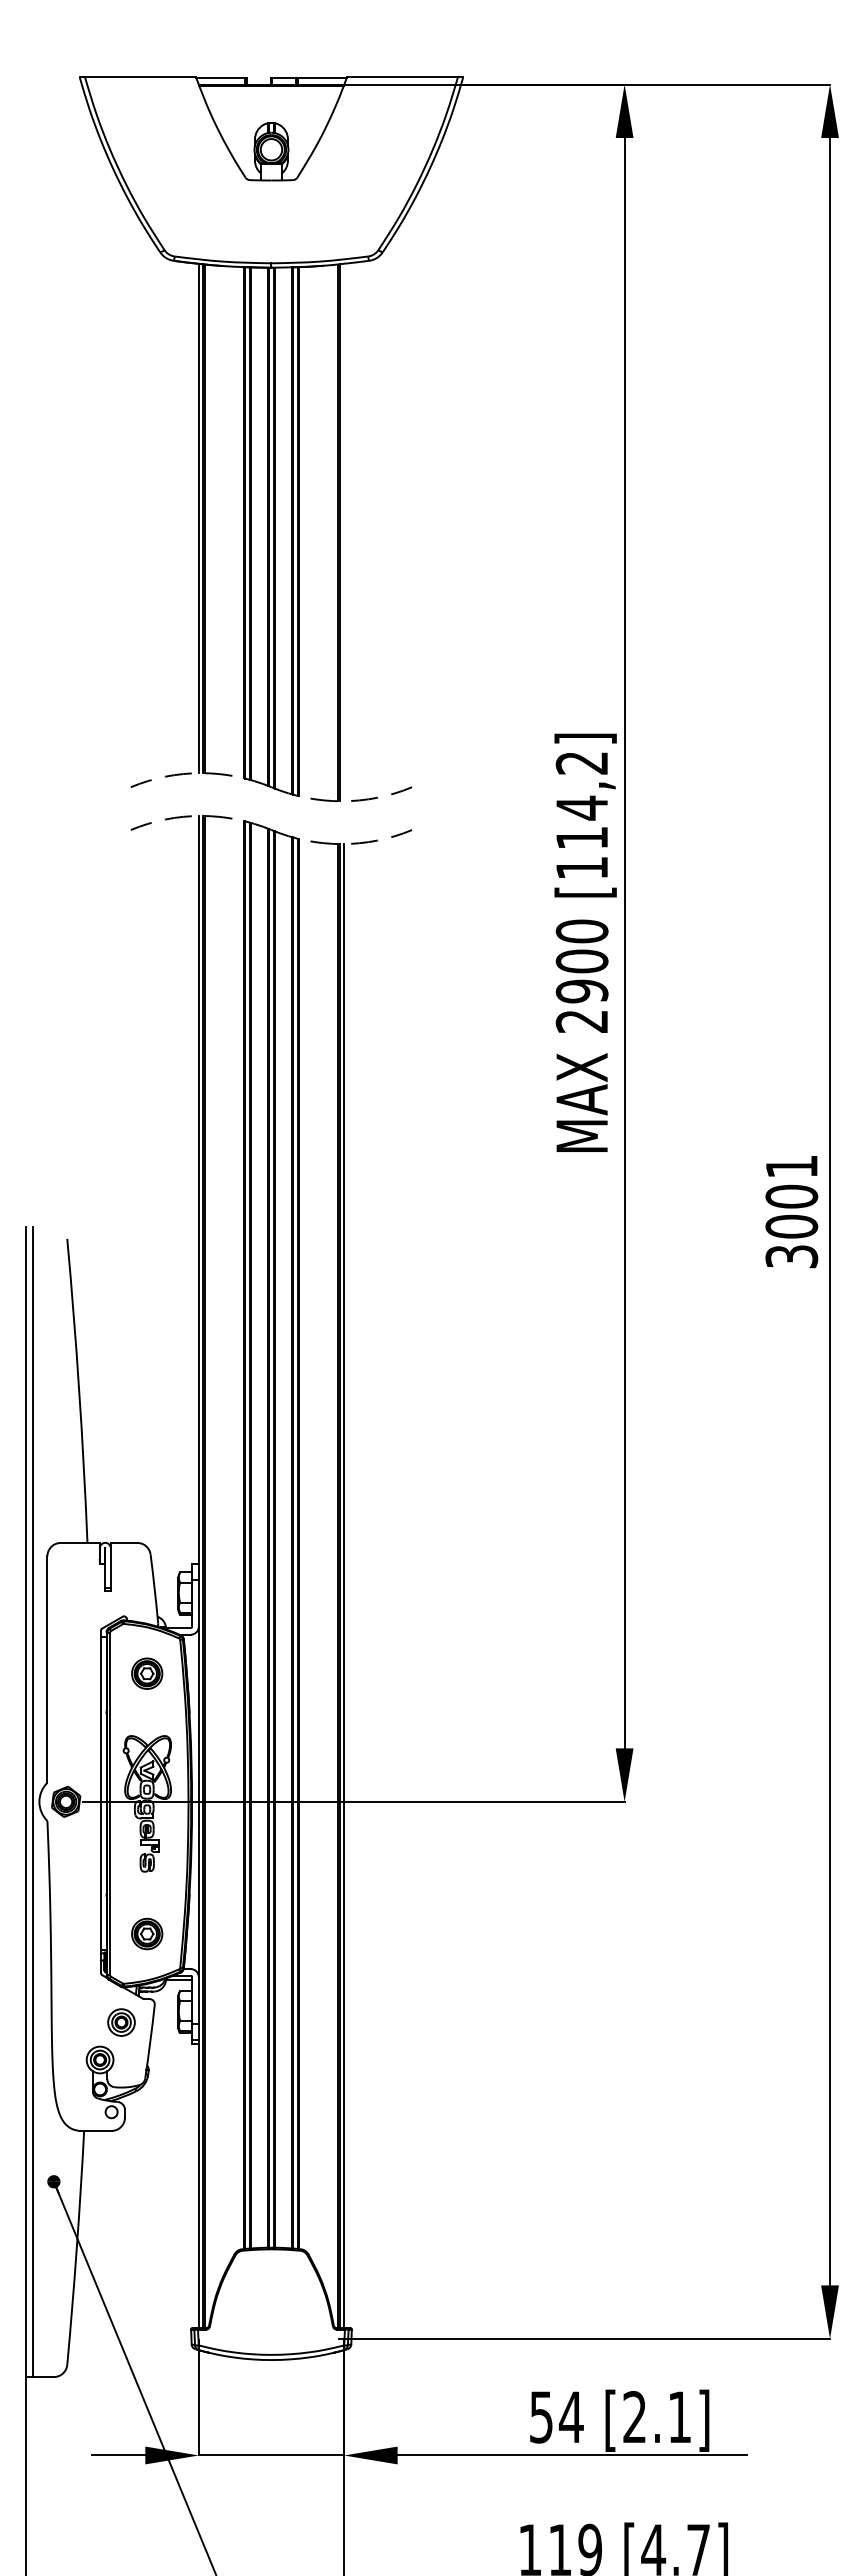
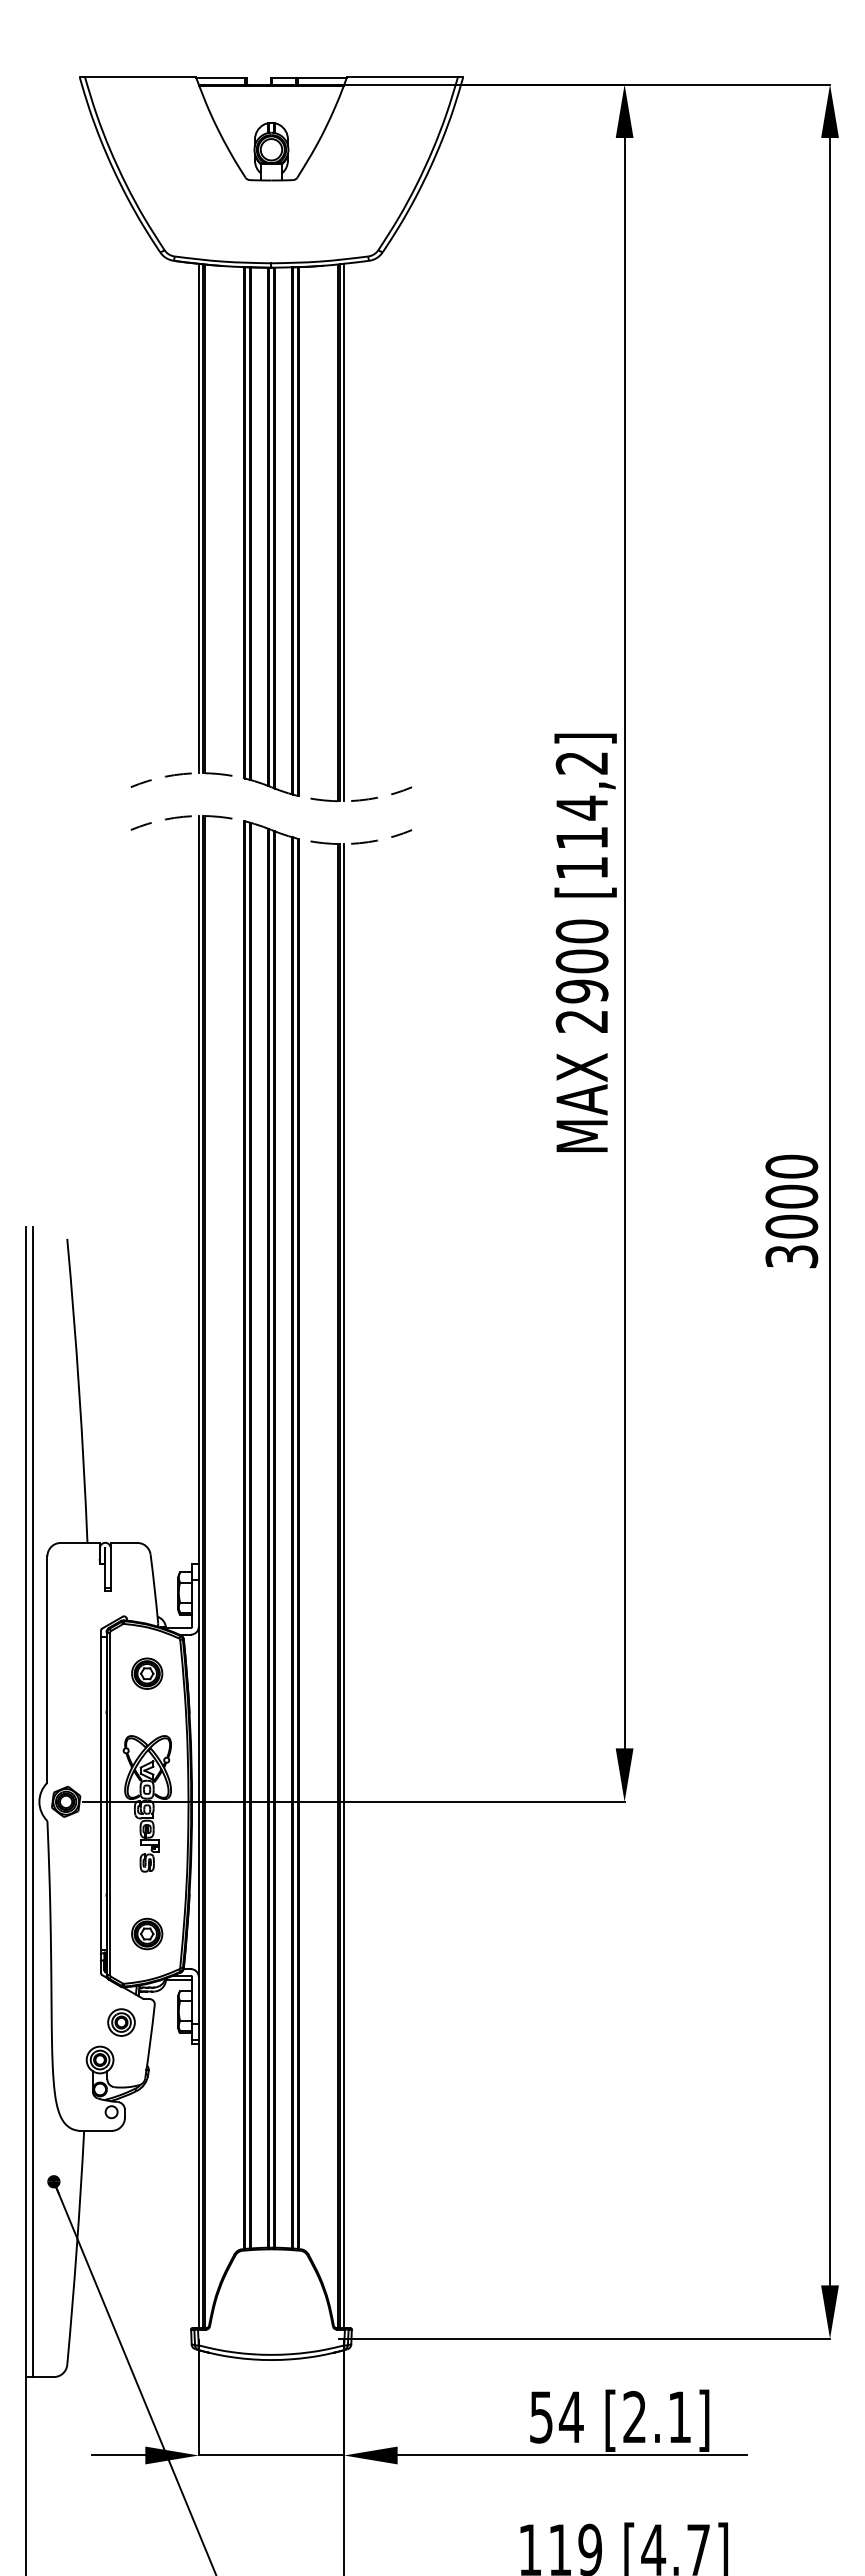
line at (344, 532): none -> present
text at (791, 1166): 3001 -> 3000
